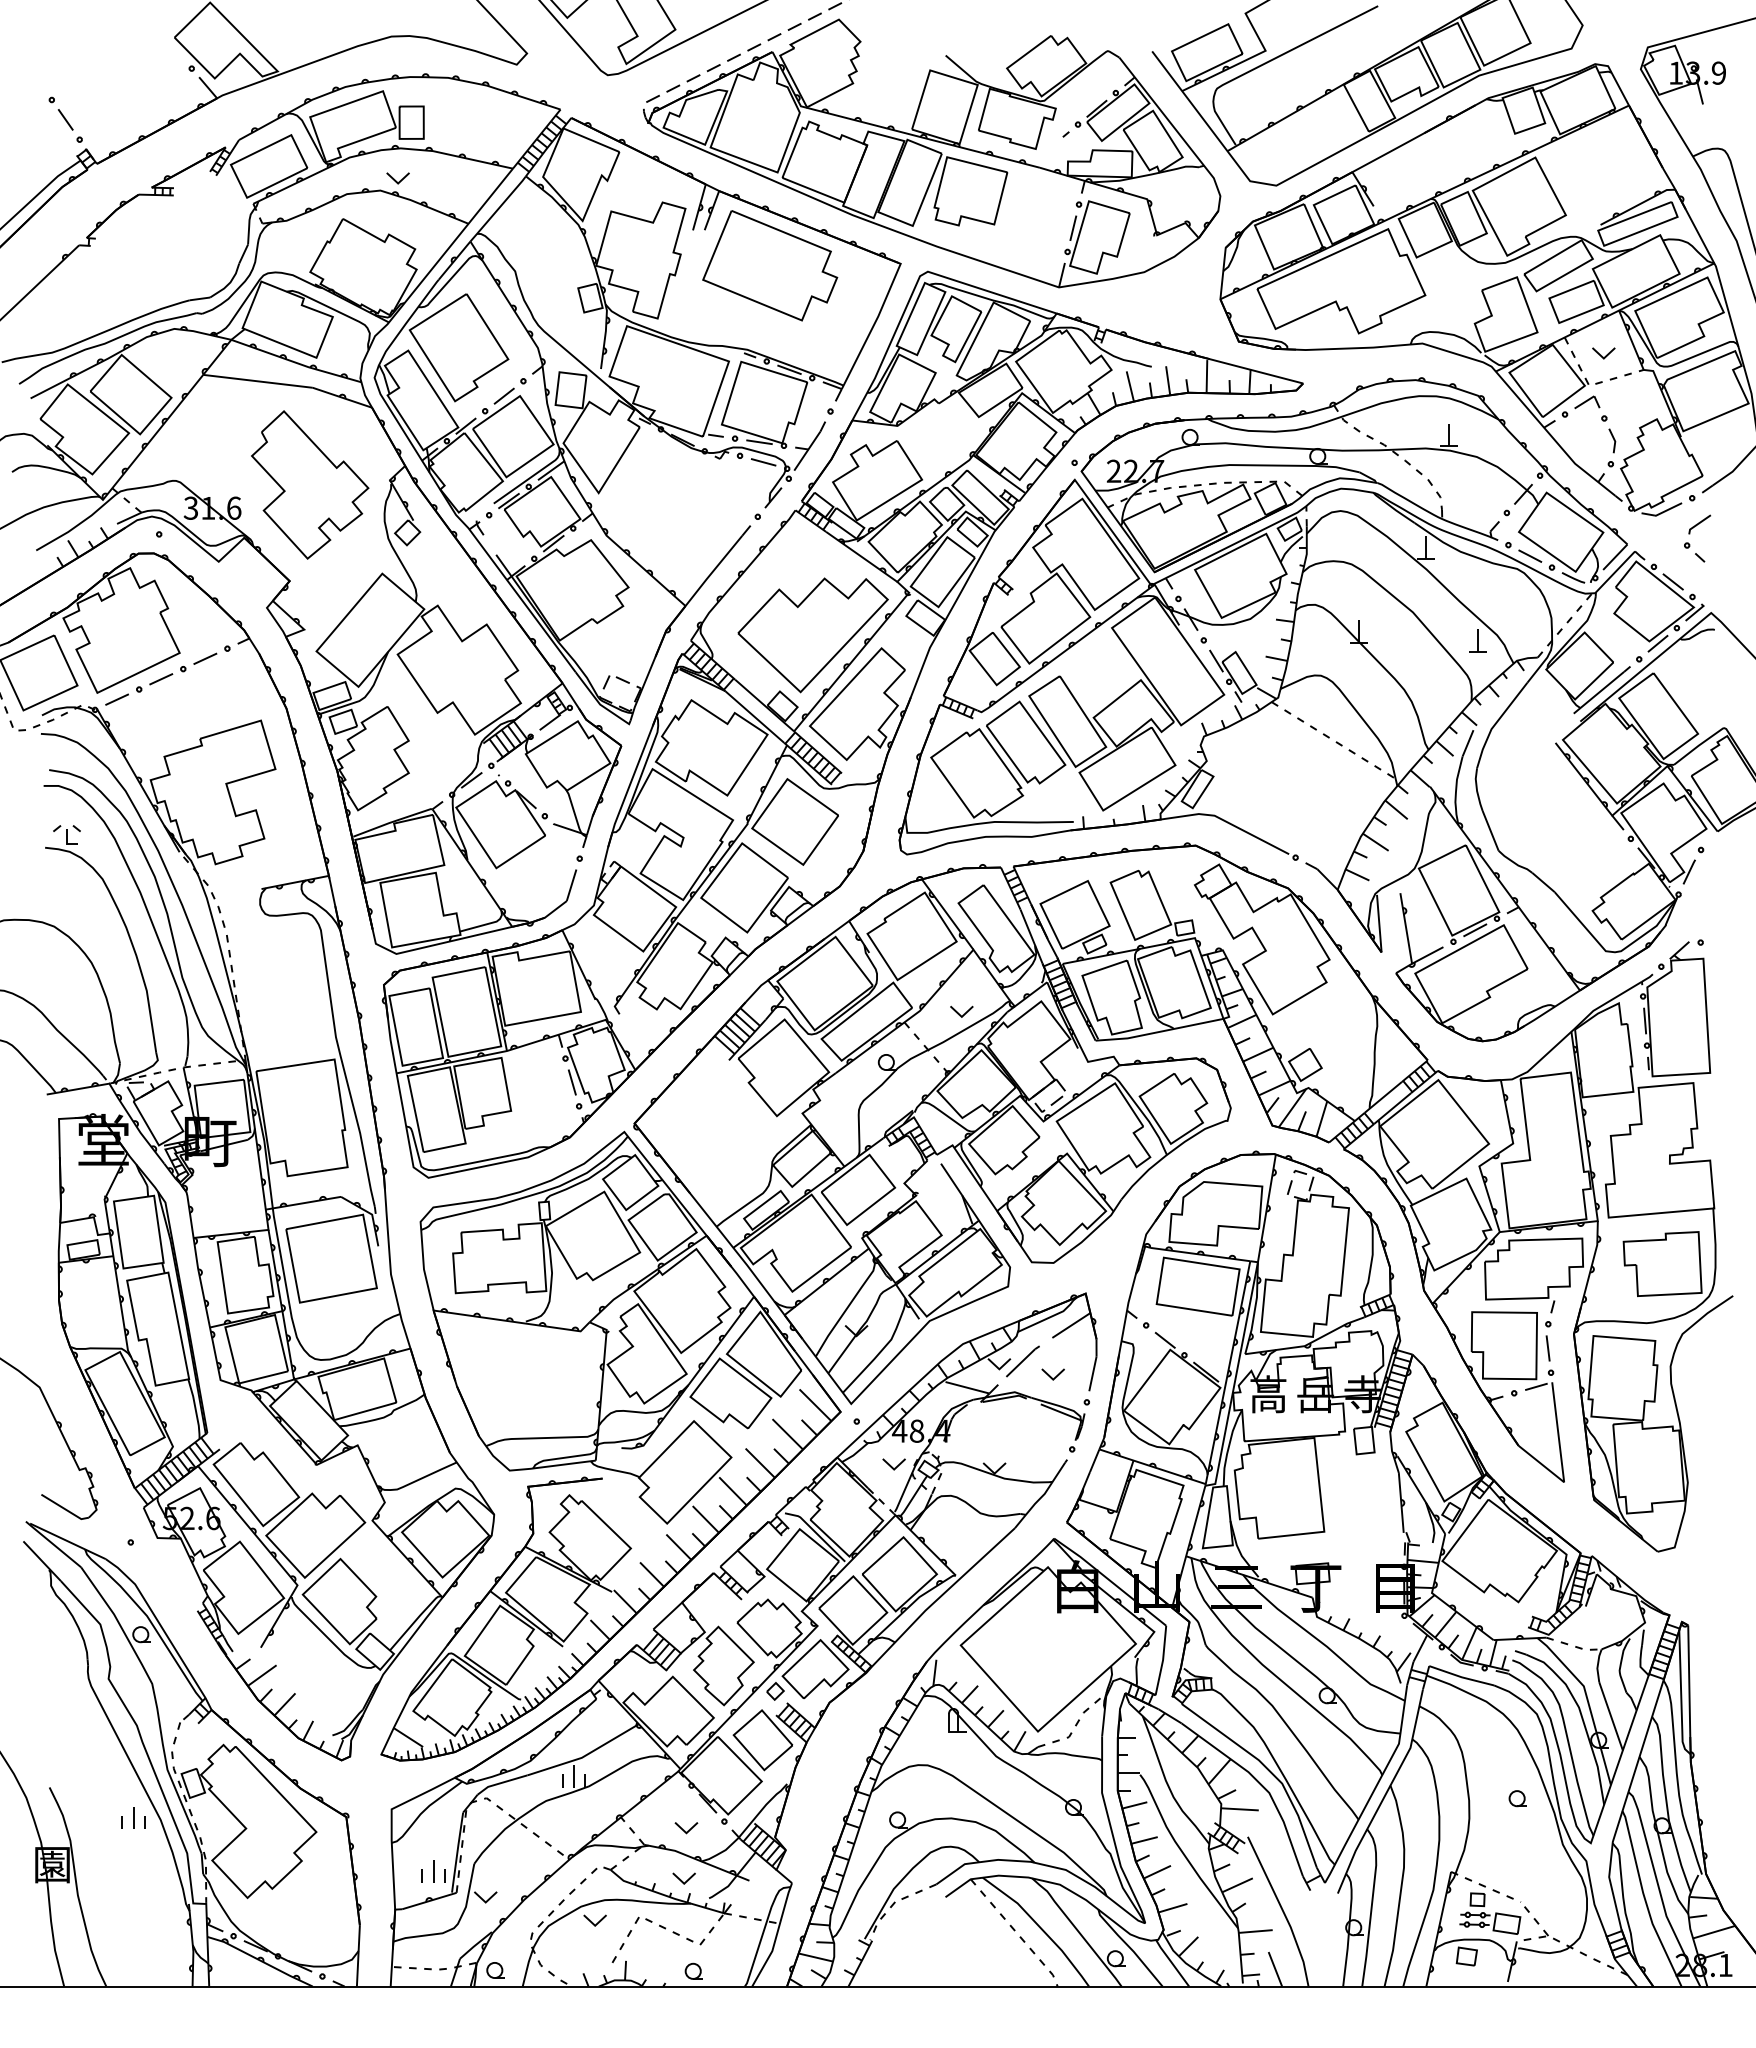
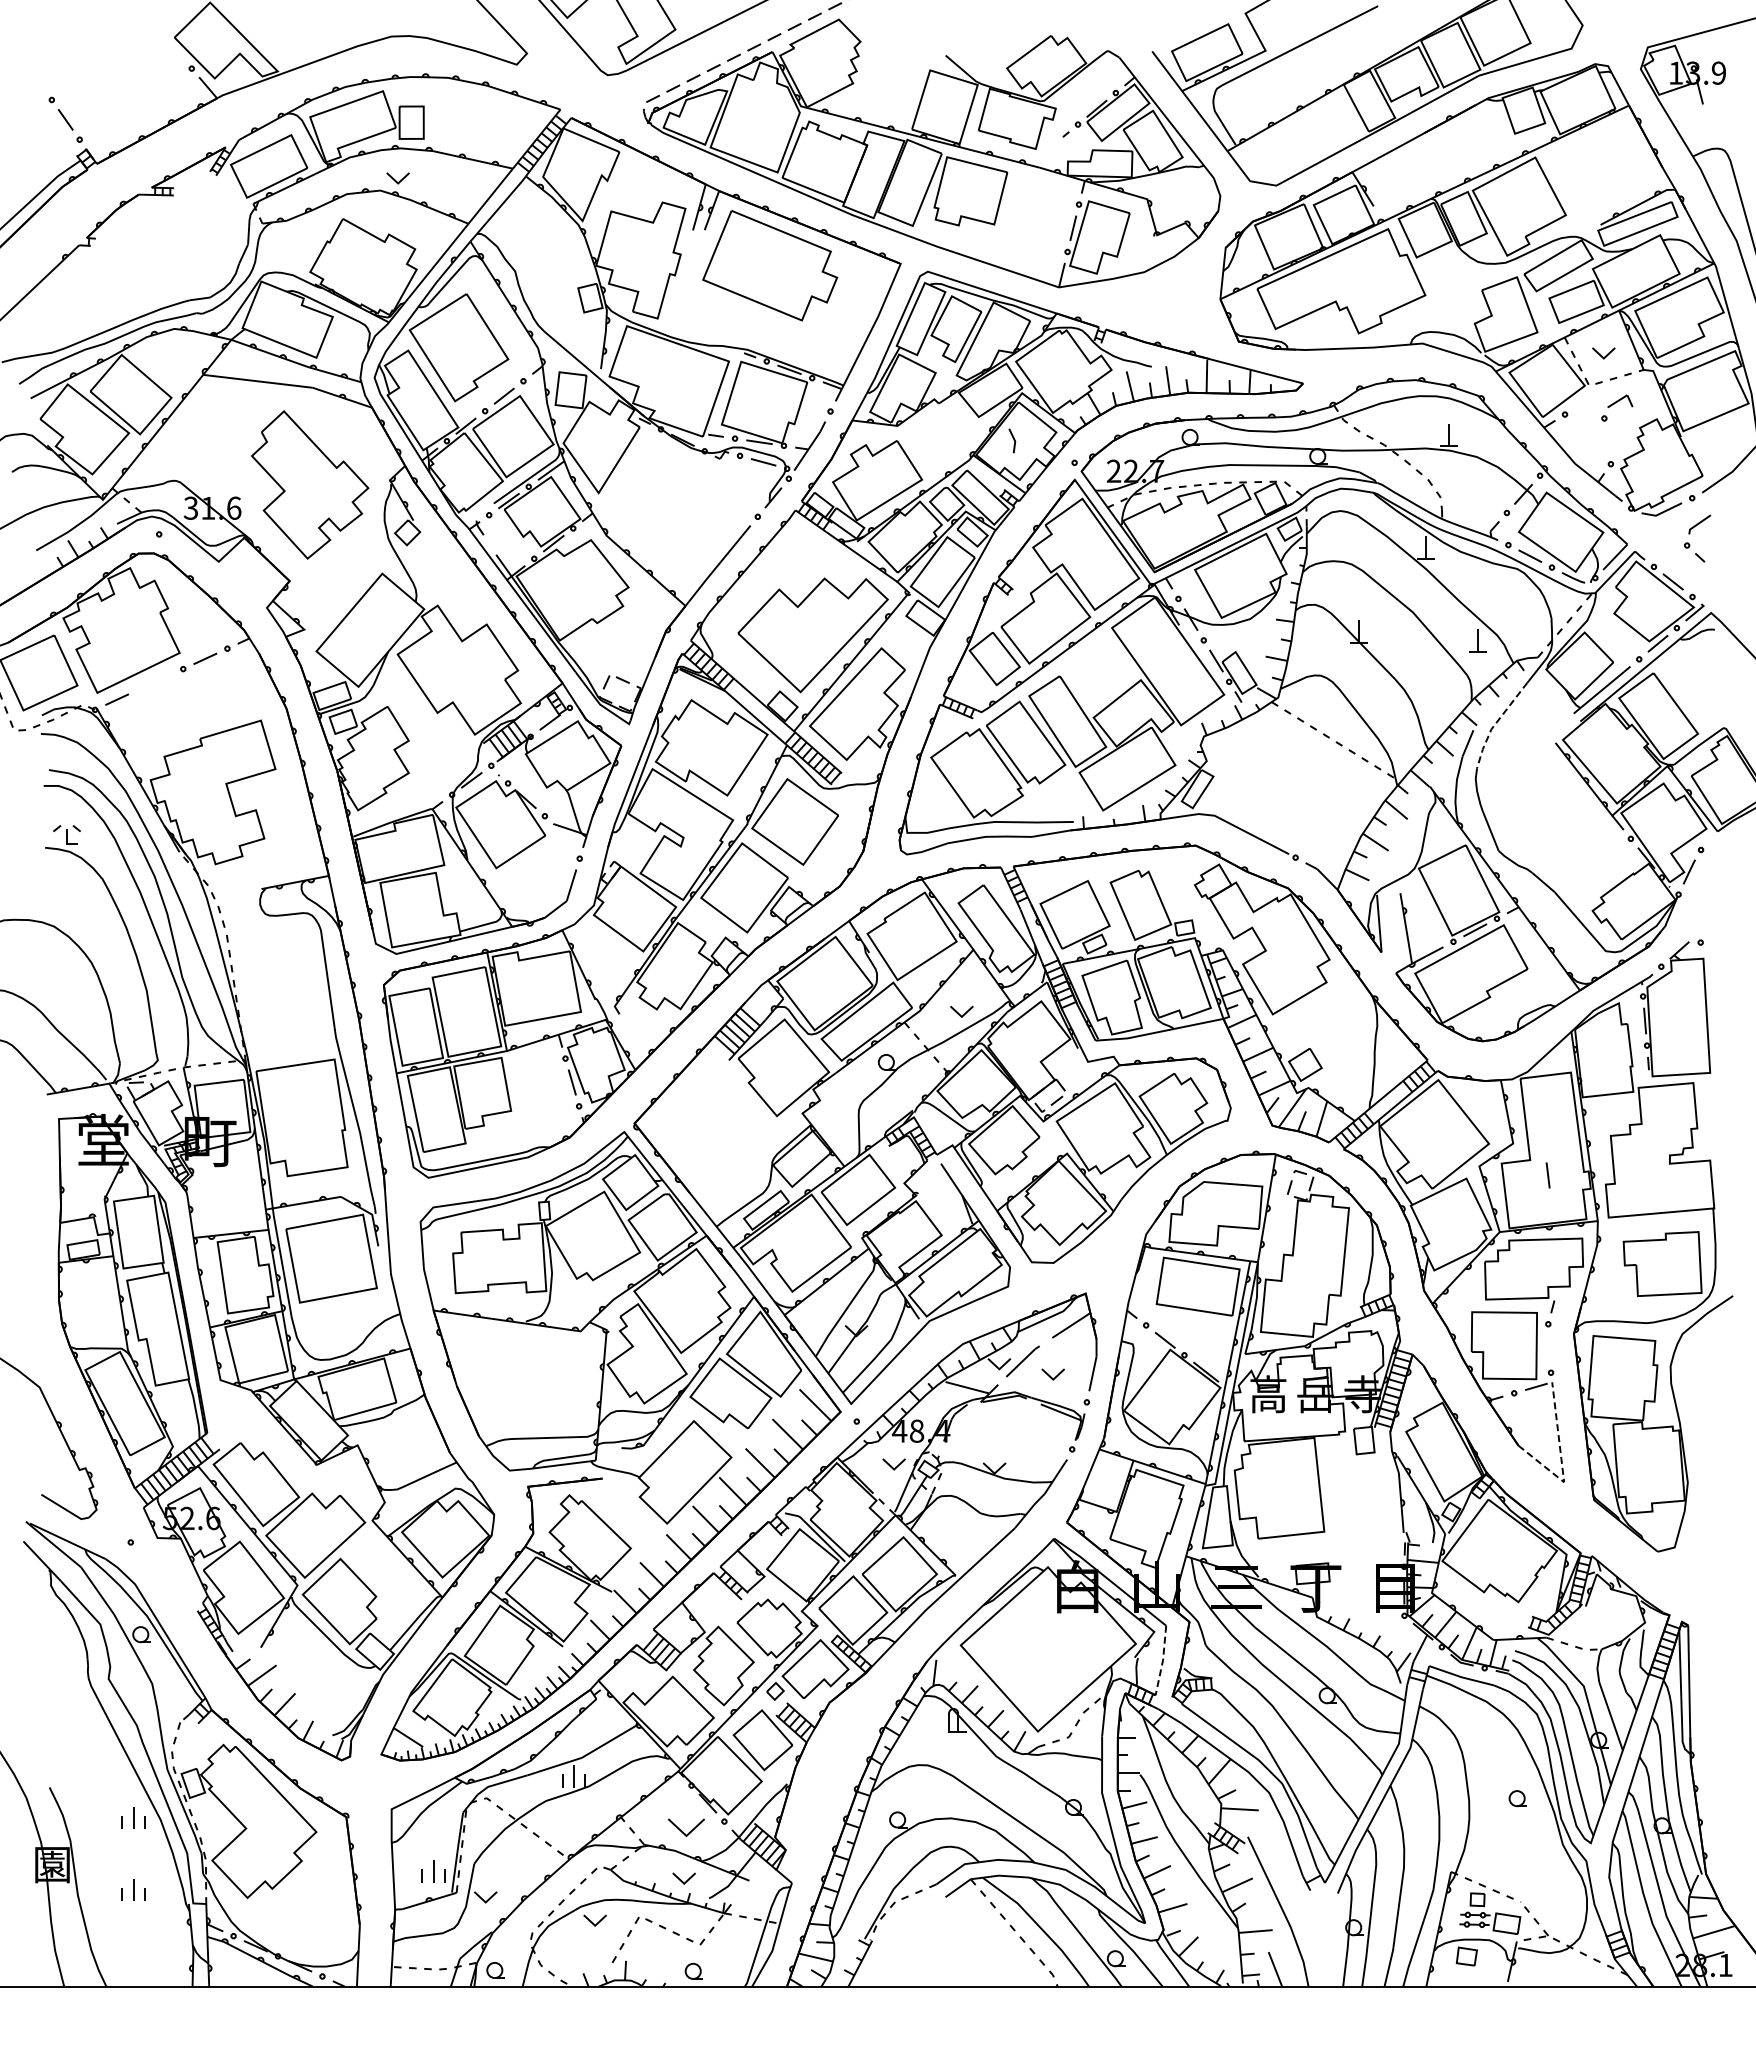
part at (1587, 402) position: (1587, 402) -> (1620, 401)
line at (1613, 440) position: (1613, 440) -> (1013, 440)
part at (154, 682): present -> none
line at (1495, 723): solid -> dashed
line at (1547, 1348) position: (1547, 1348) -> (1547, 1175)
line at (1561, 1461): solid -> dashed
line at (1163, 1660): solid -> dashed
part at (686, 1828) size: 25x13 px -> 37x19 px
part at (133, 1889): none -> present
